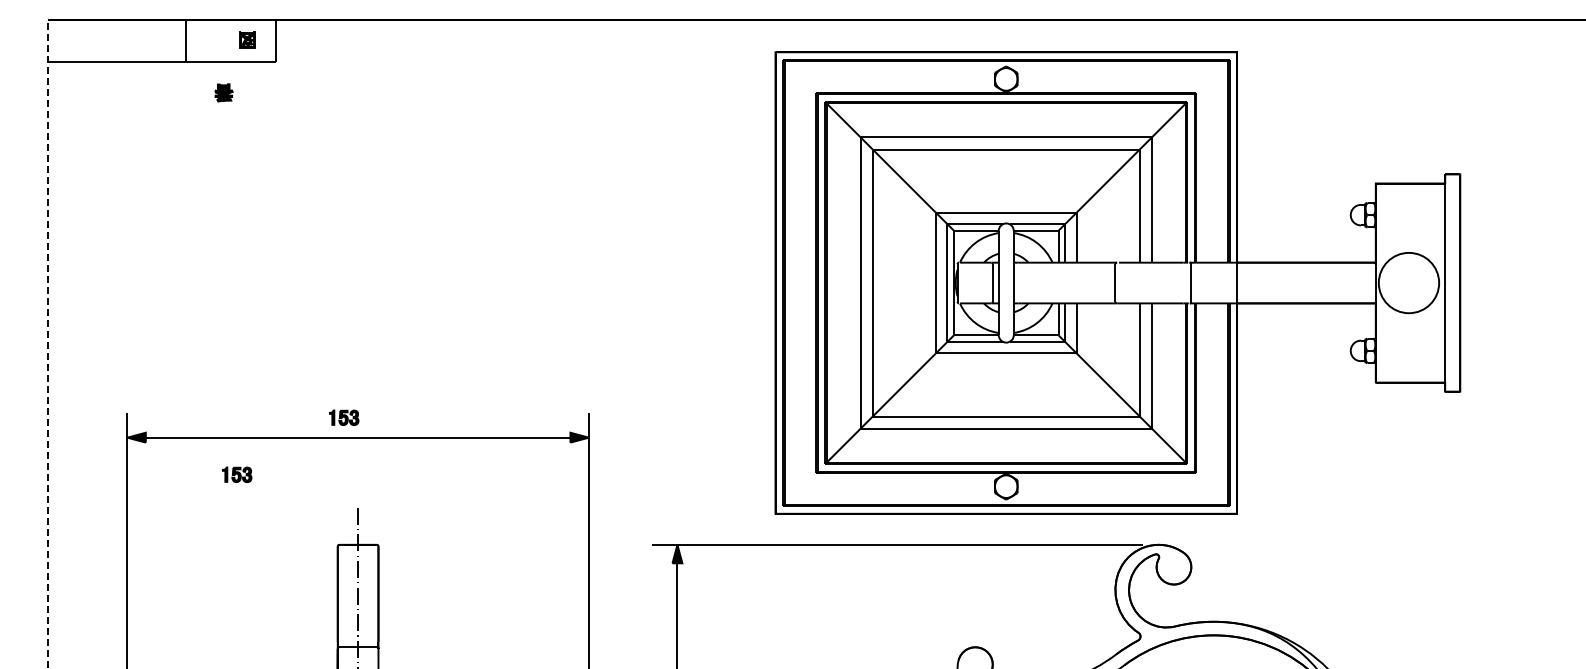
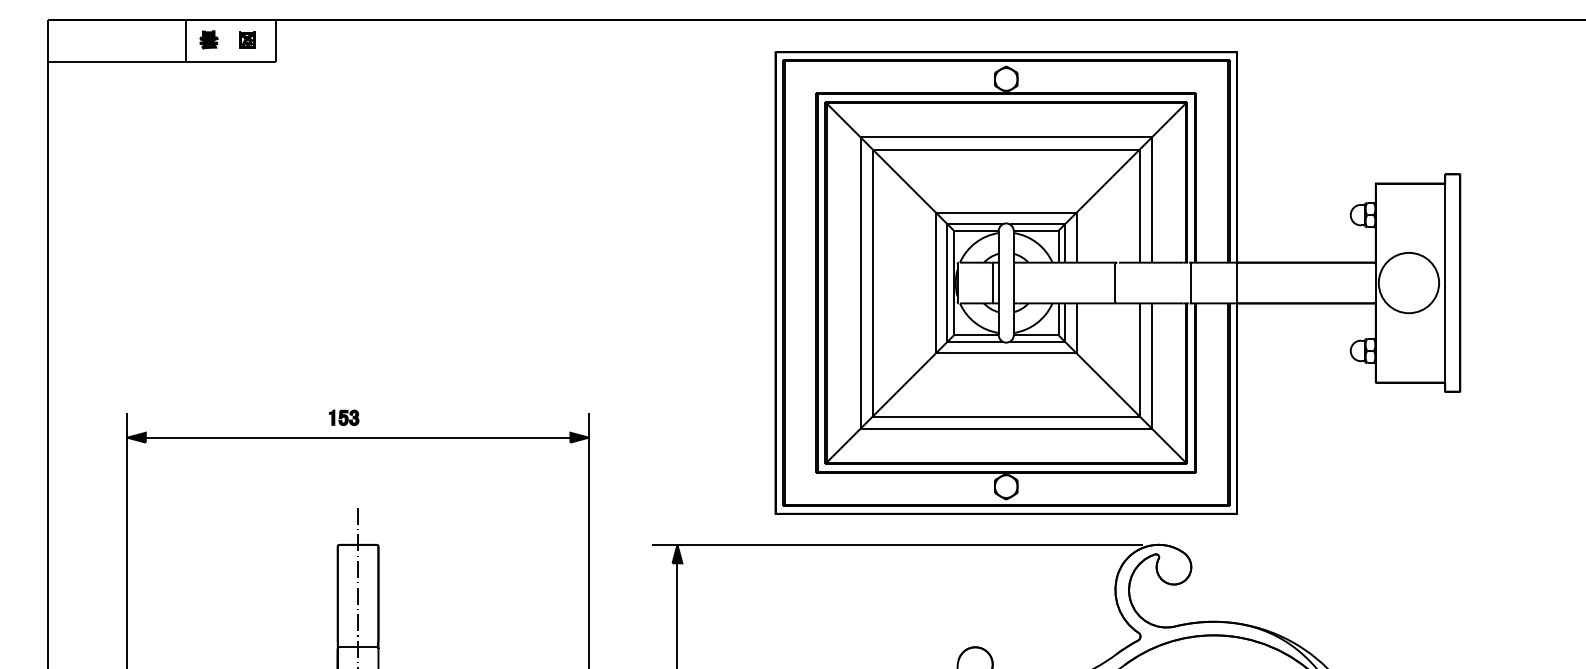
part at (223, 92) position: (223, 92) -> (208, 39)
line at (47, 344): dashed -> solid
part at (237, 474): present -> none
